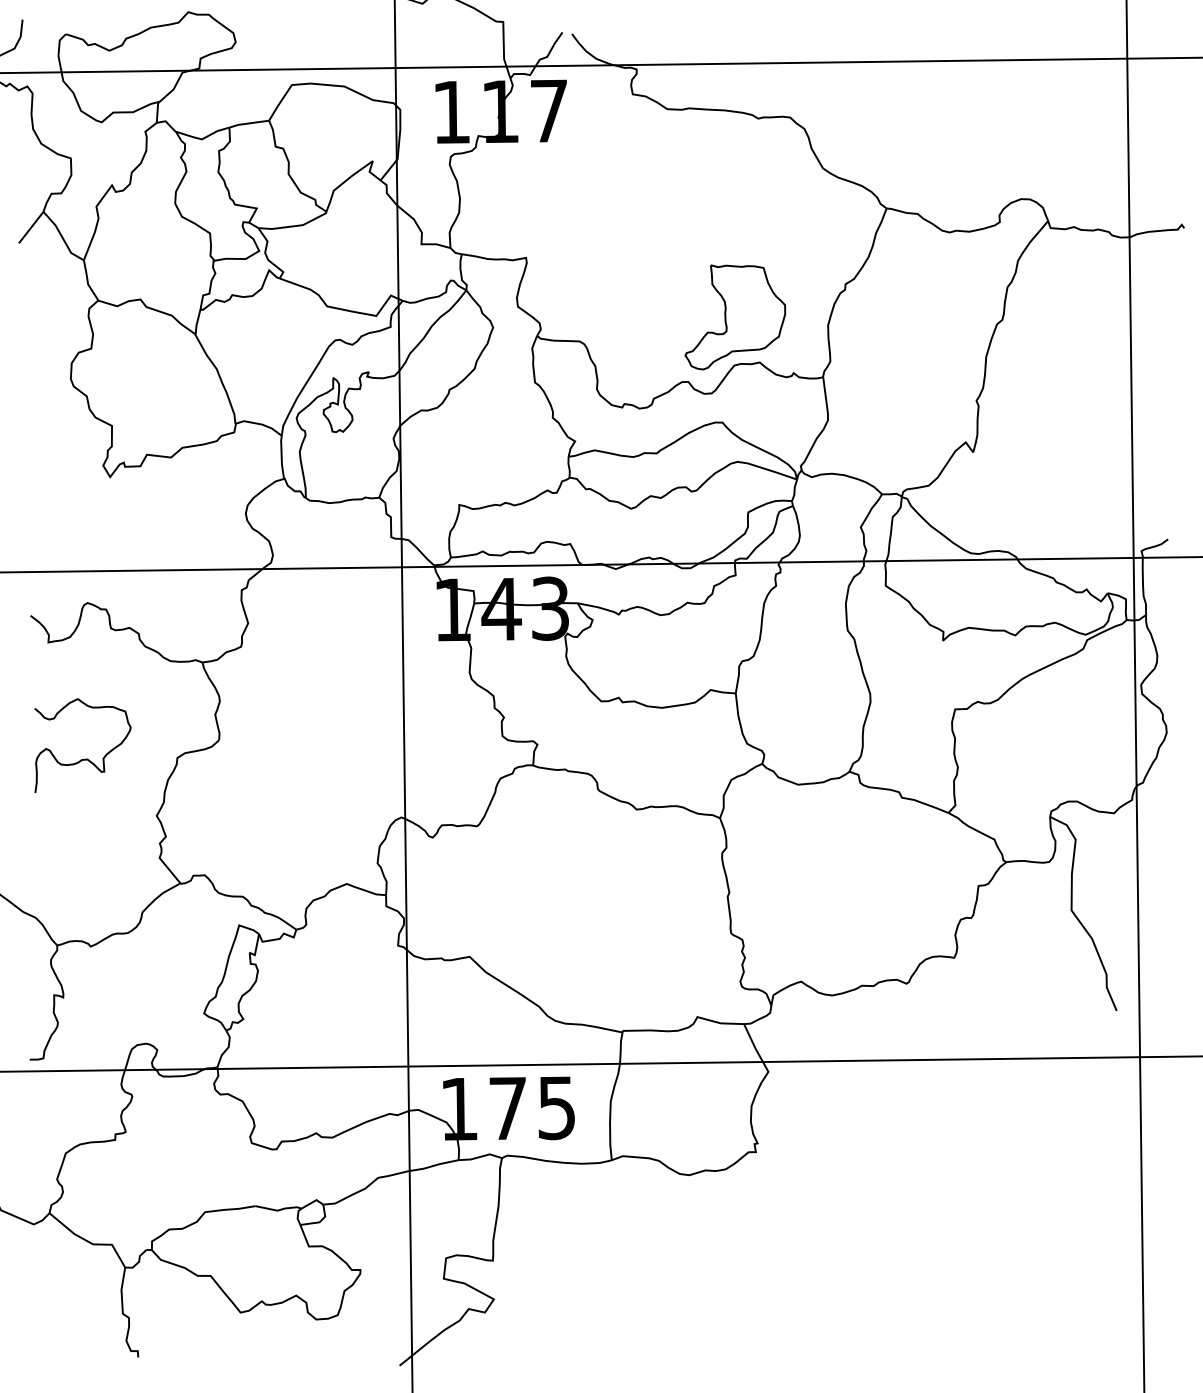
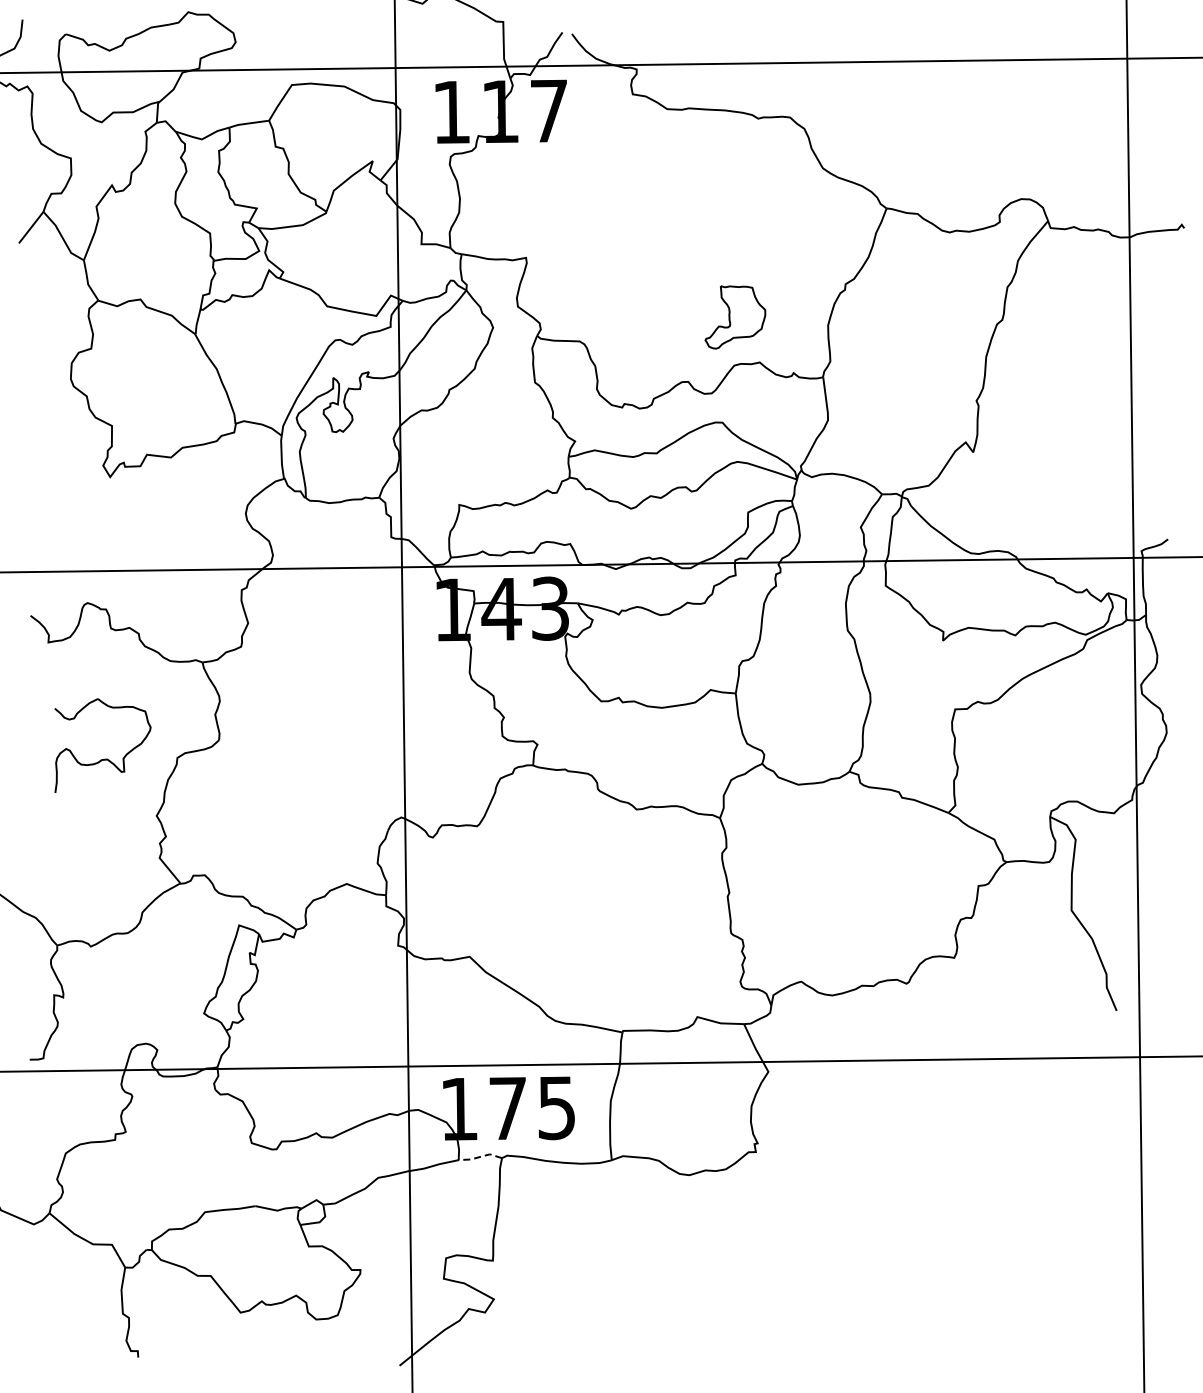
part at (735, 317) size: 103x107 px -> 63x65 px
part at (84, 758) position: (84, 758) -> (104, 758)
line at (480, 1156): solid -> dashed
